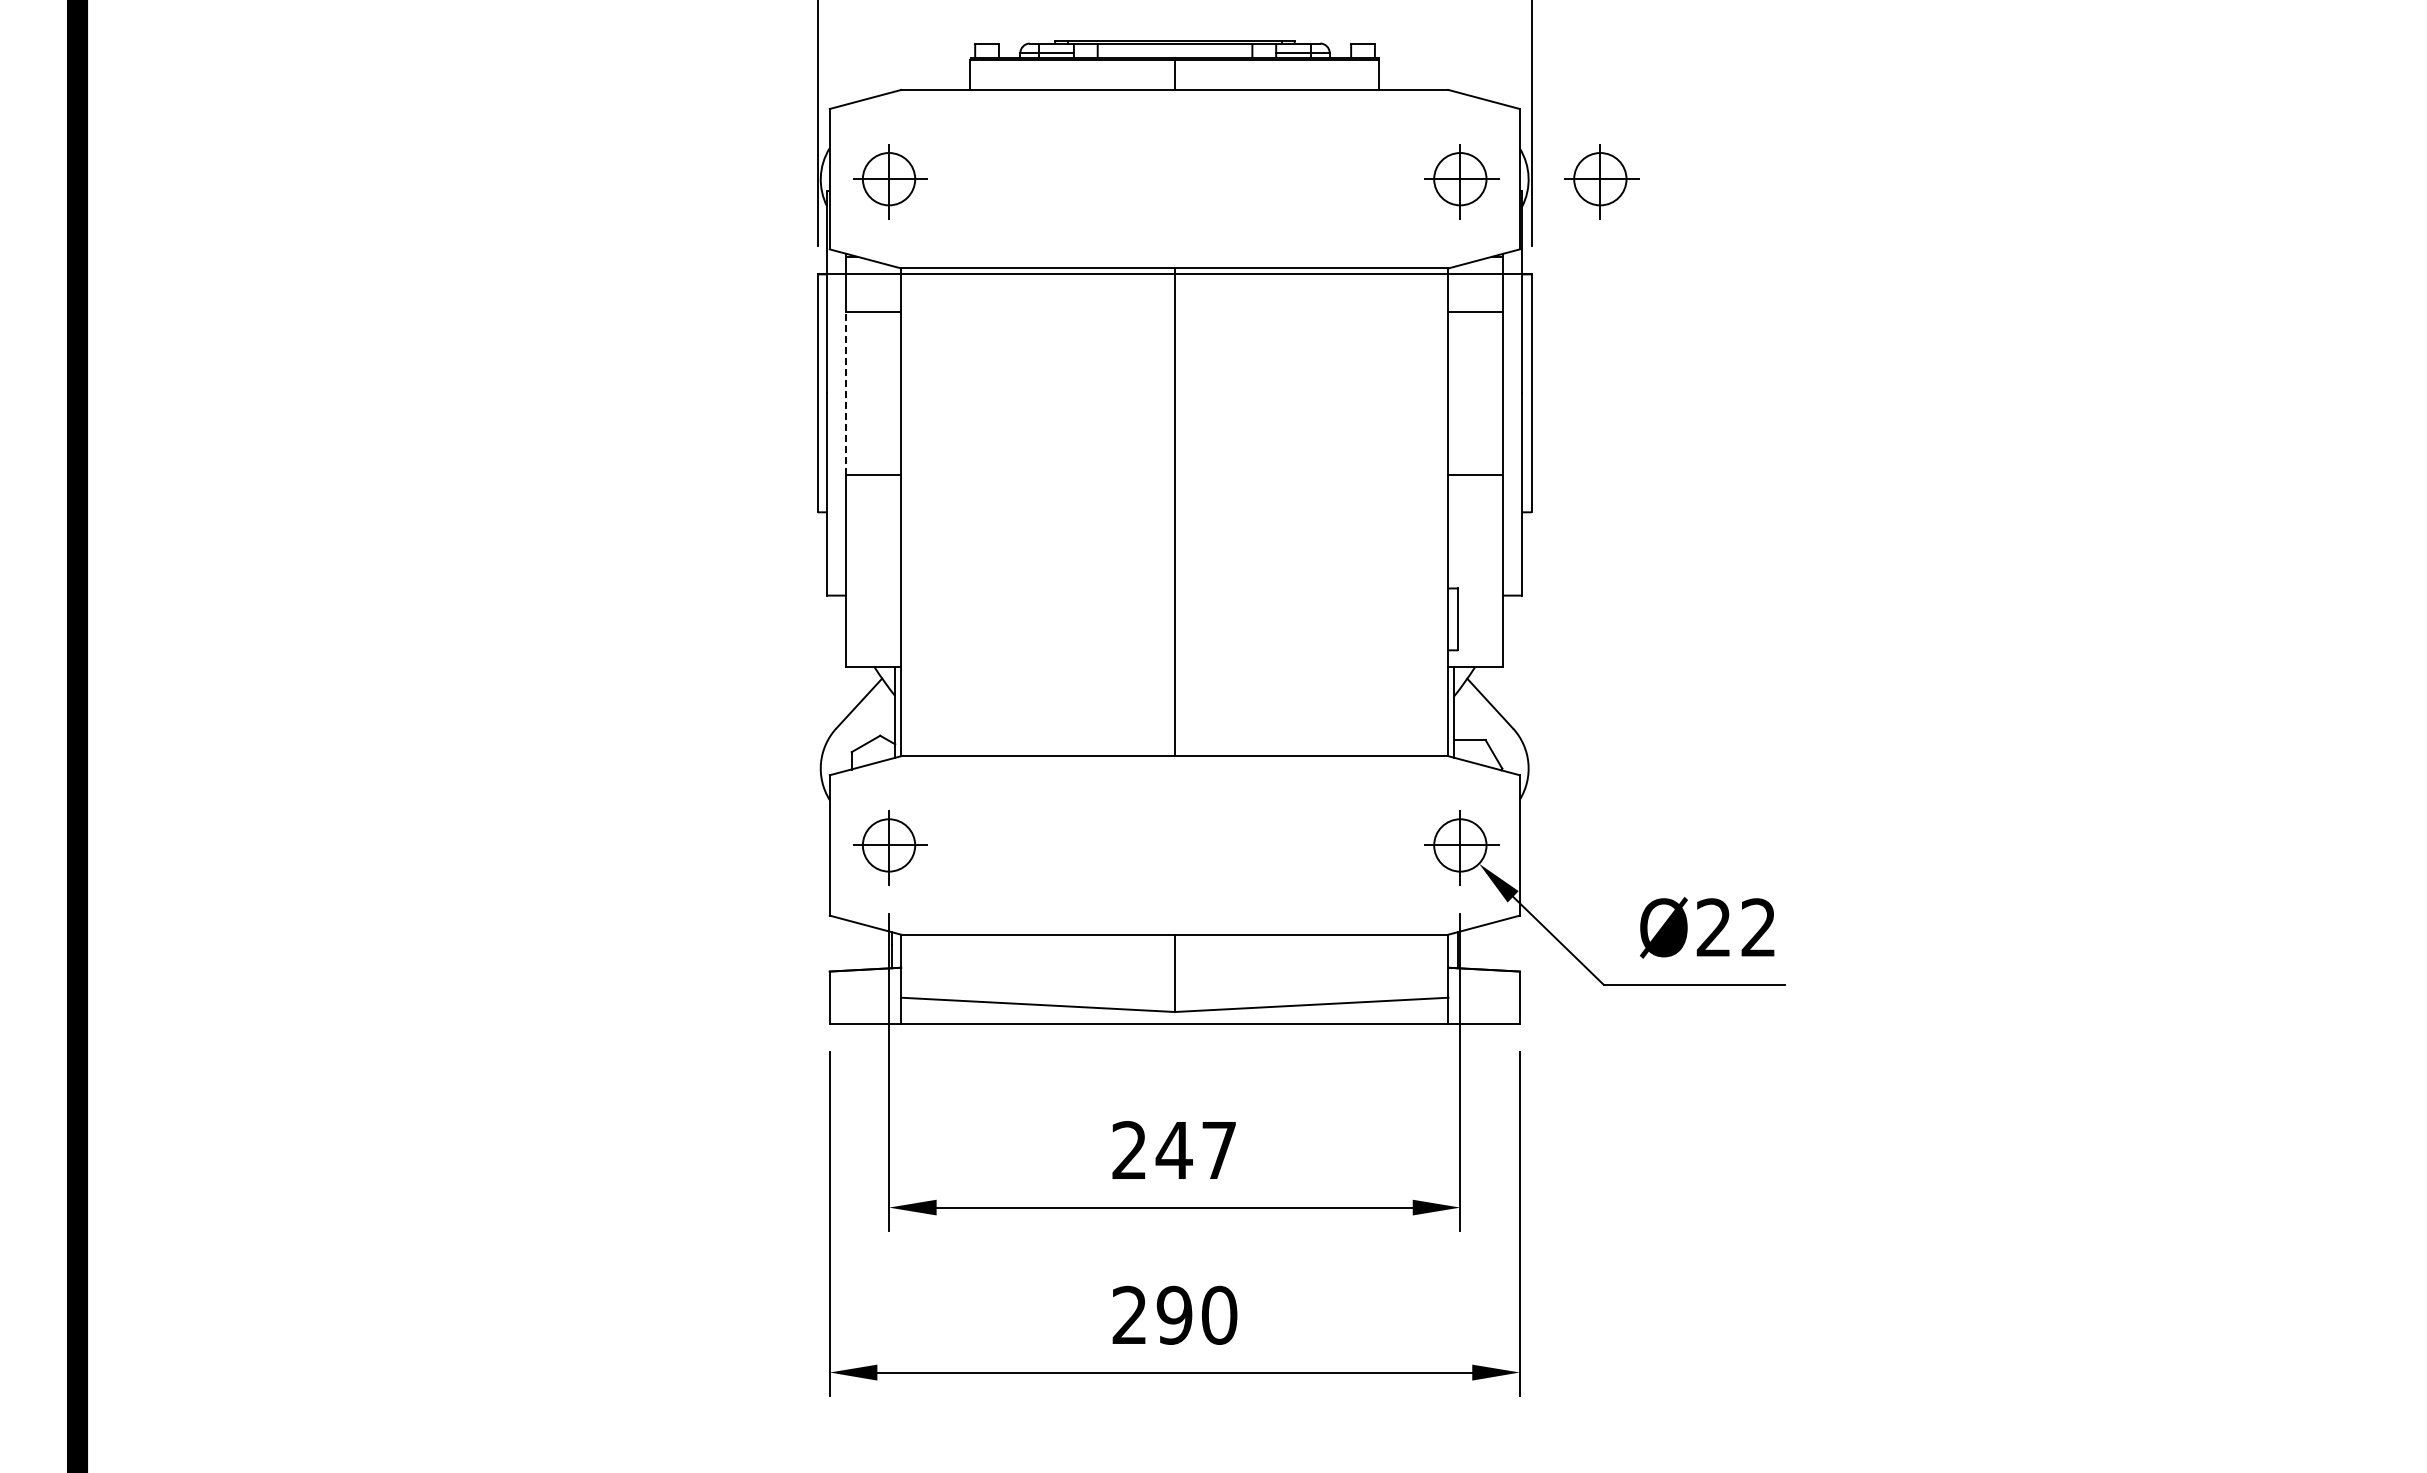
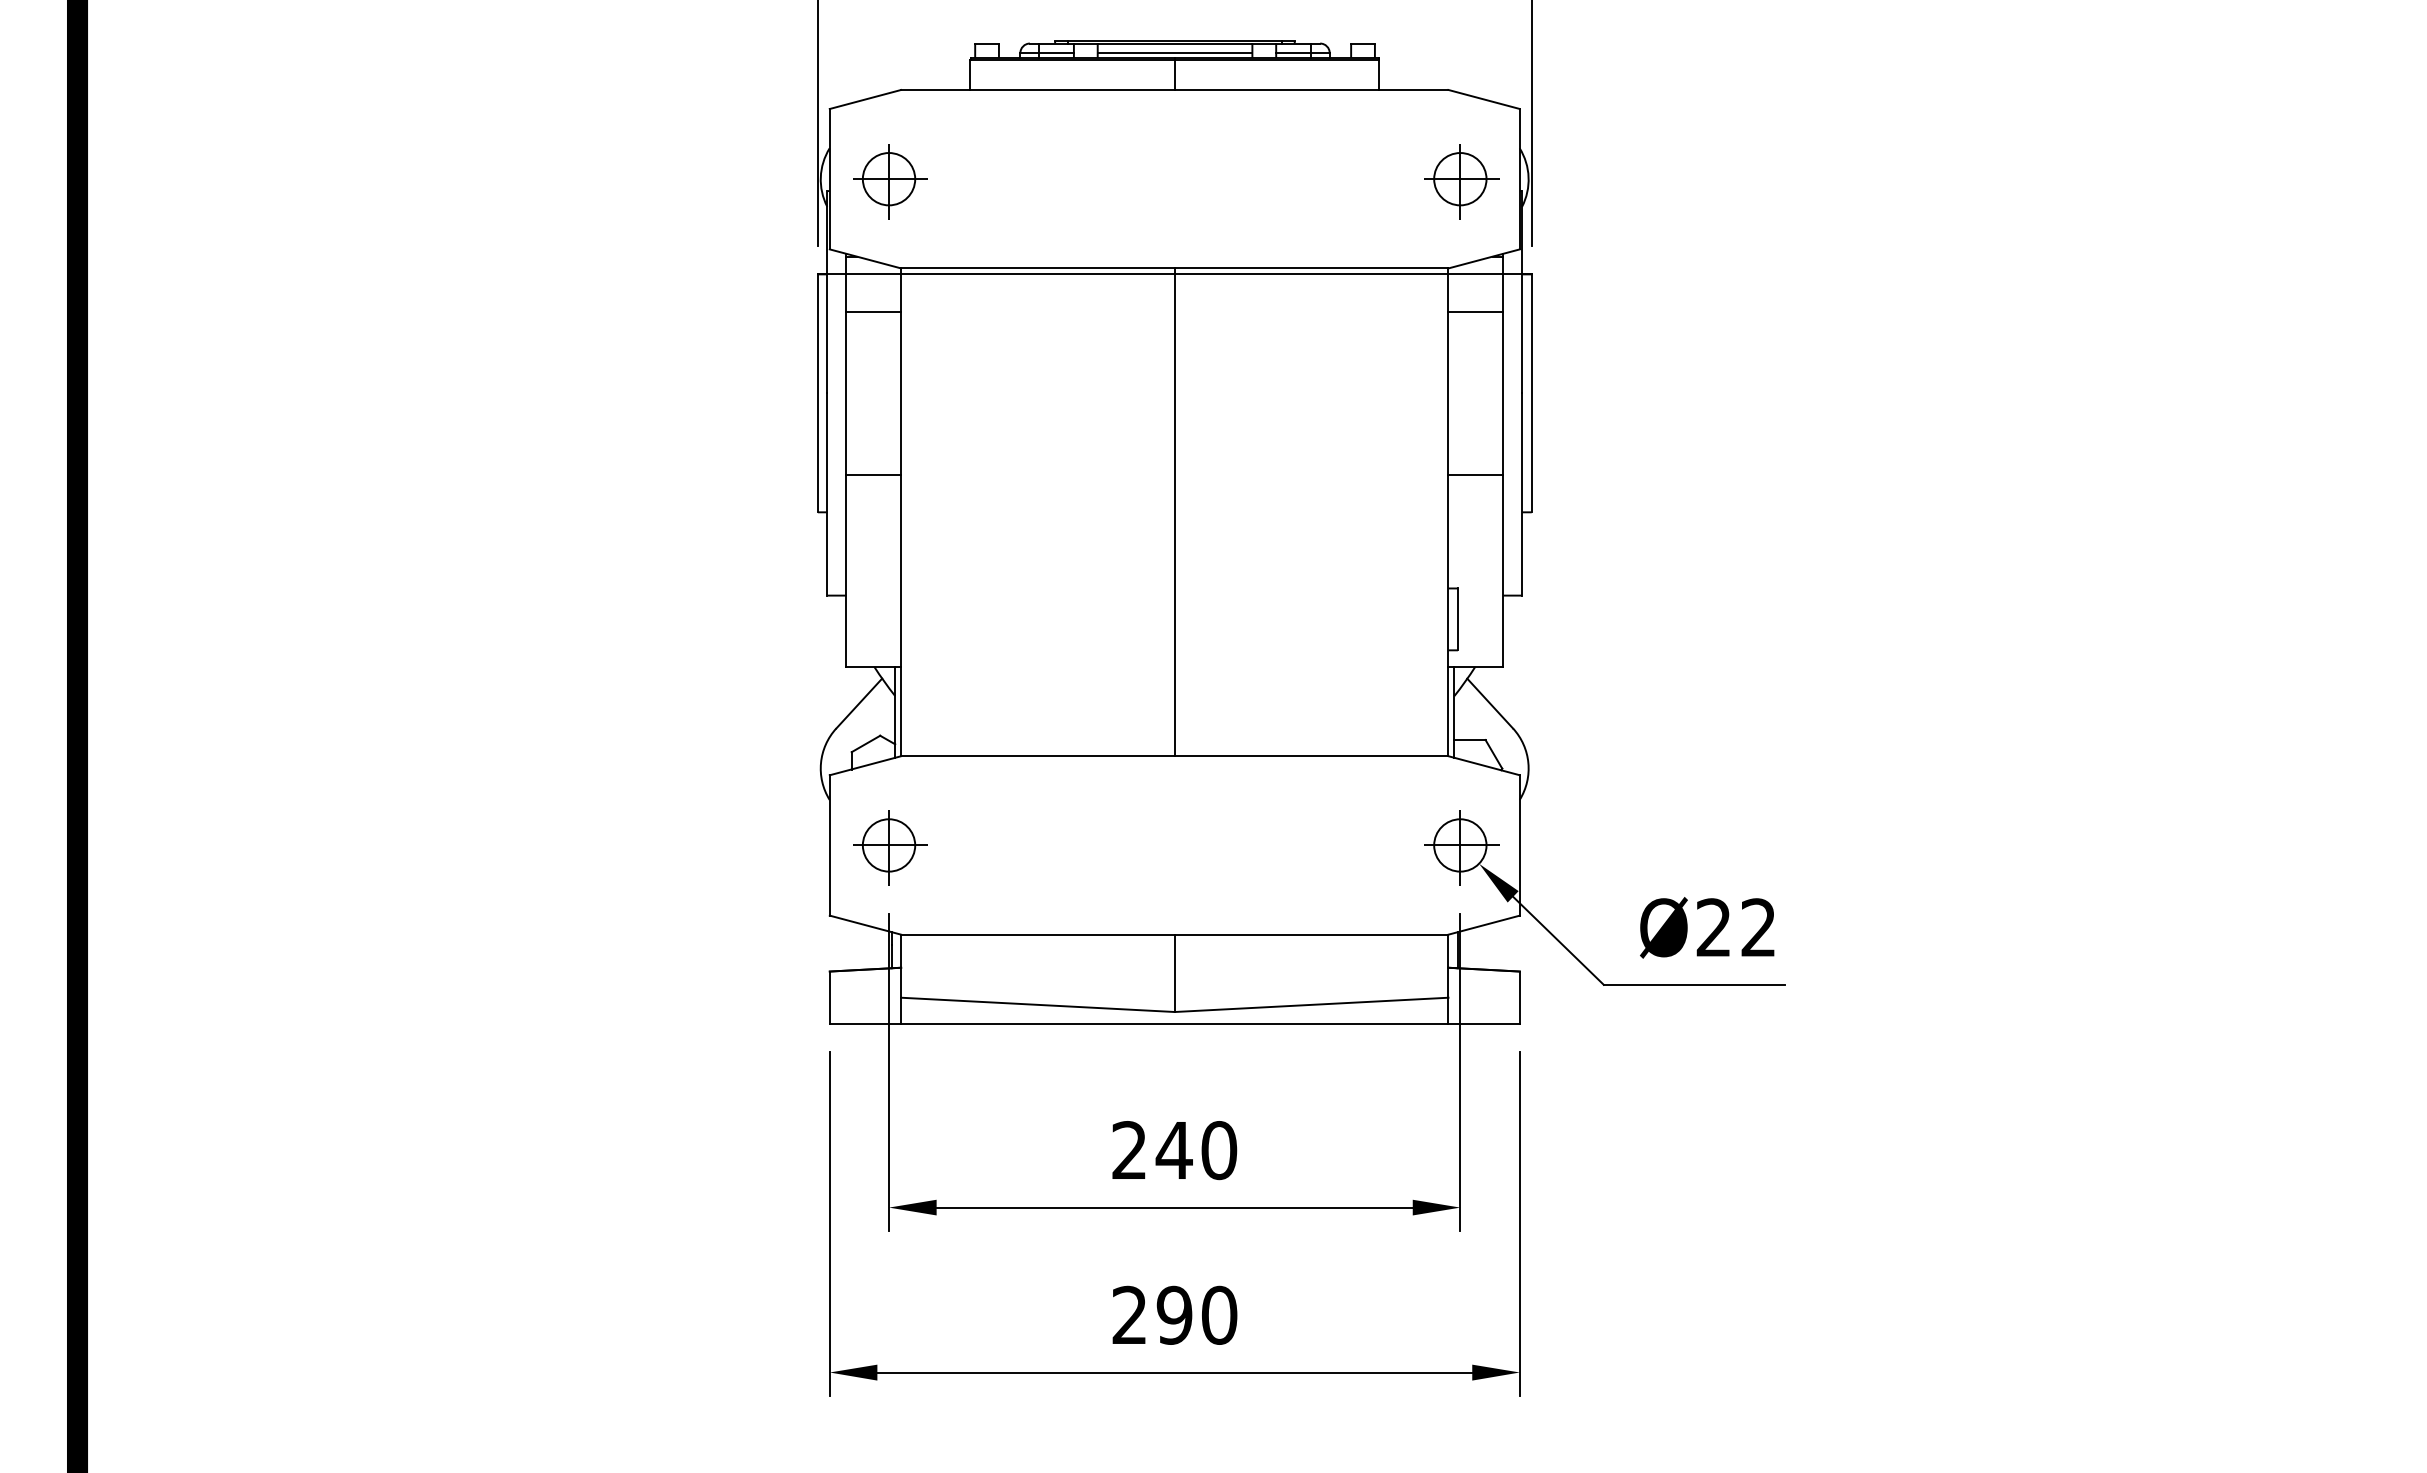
line at (1174, 53): none -> present
part at (1601, 181): present -> none
line at (846, 393): dashed -> solid
text at (1219, 1150): 247 -> 240
